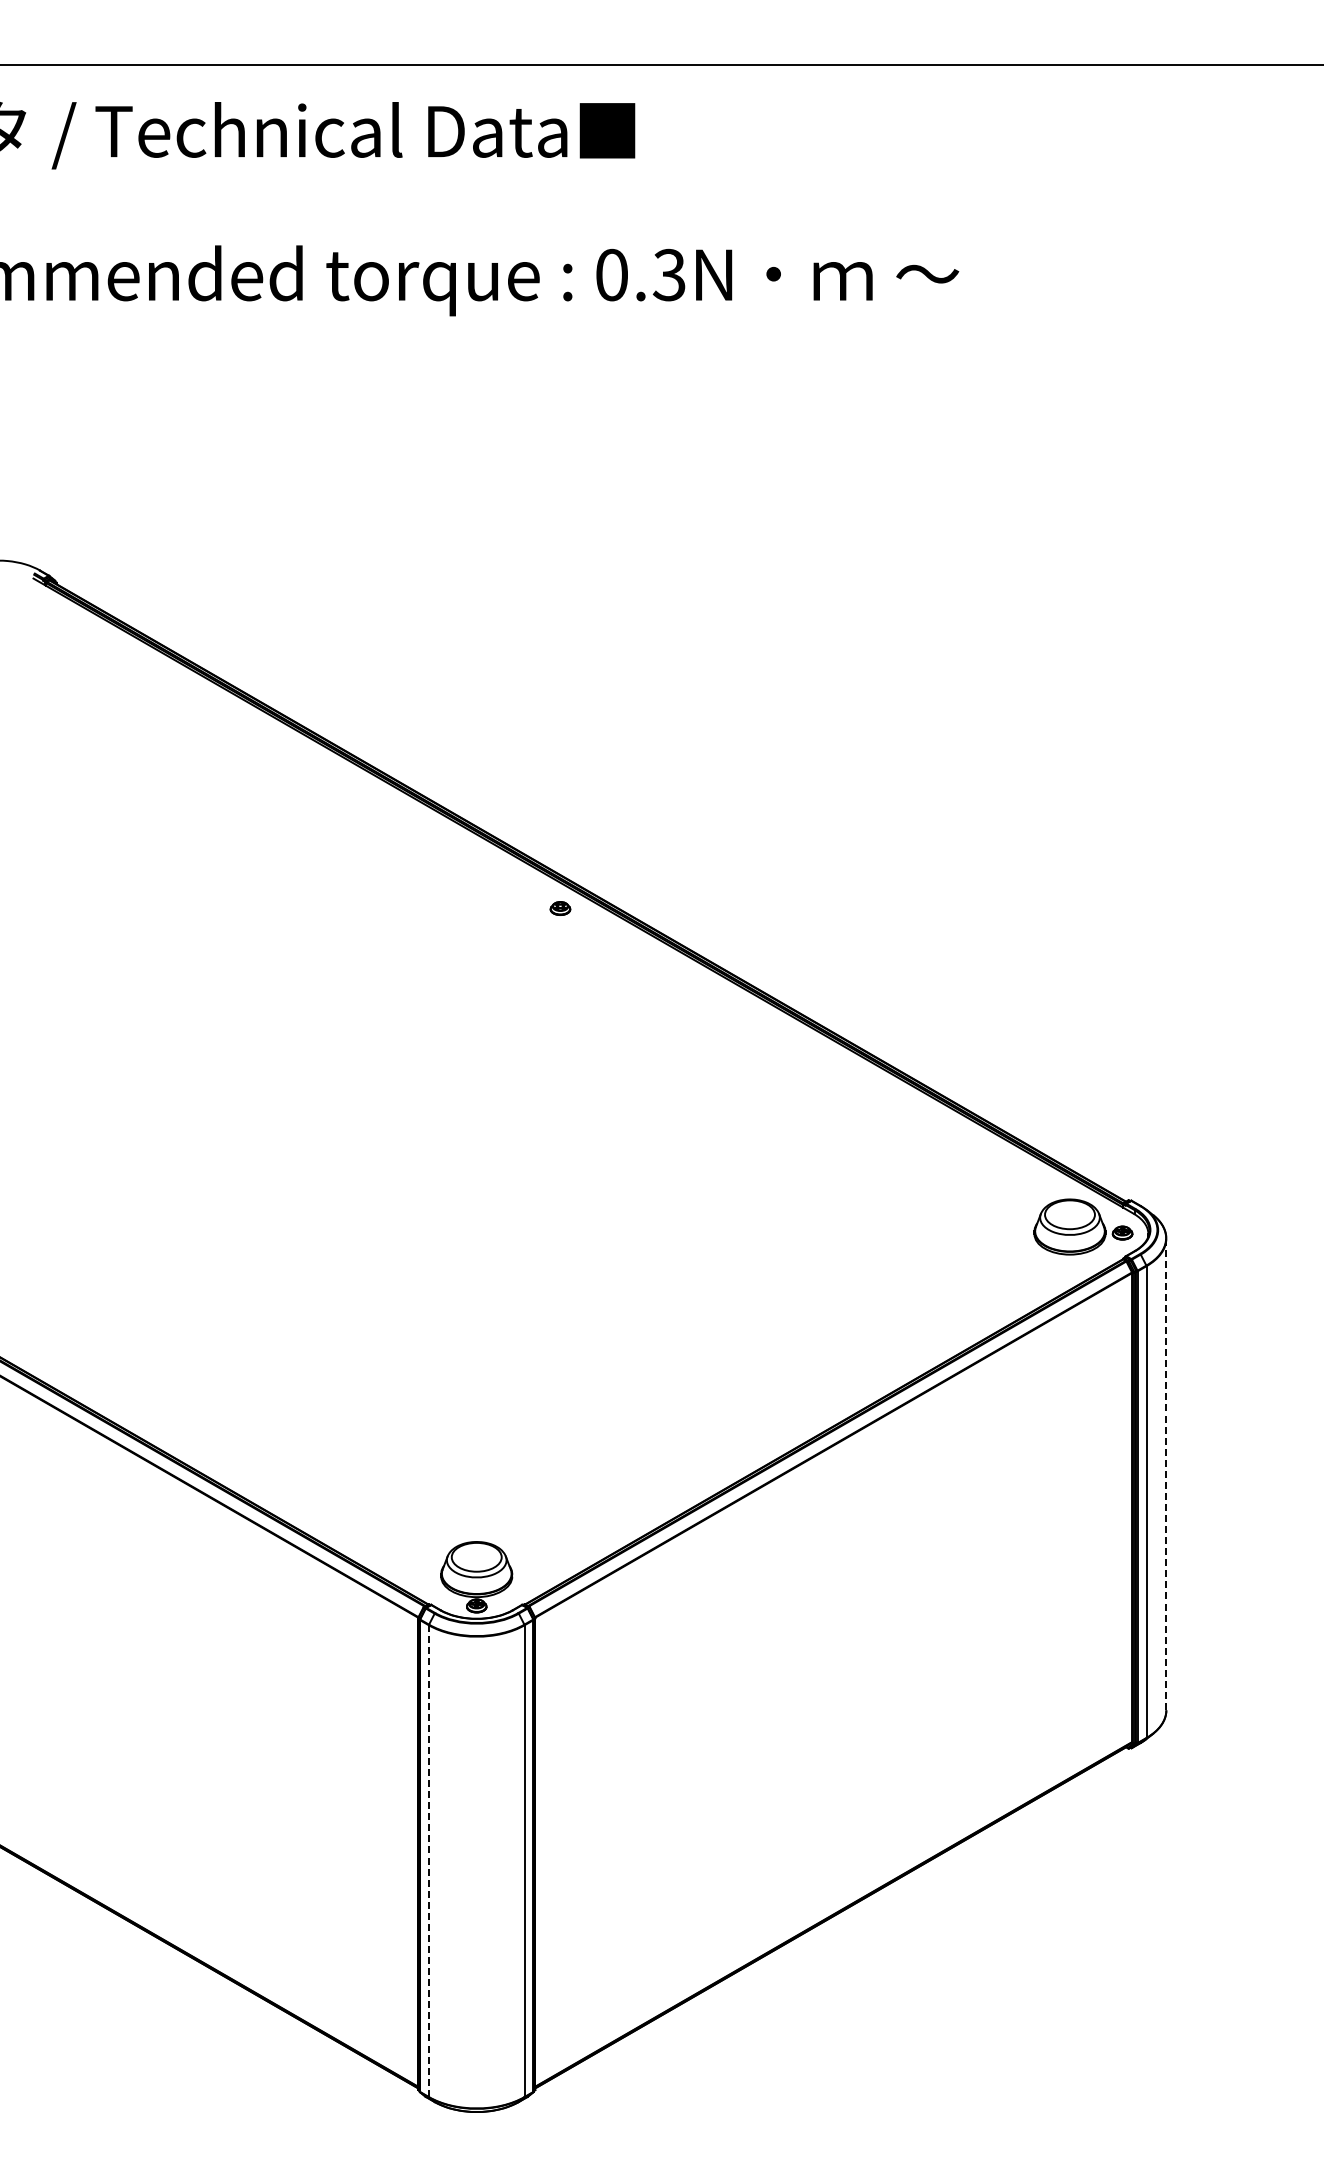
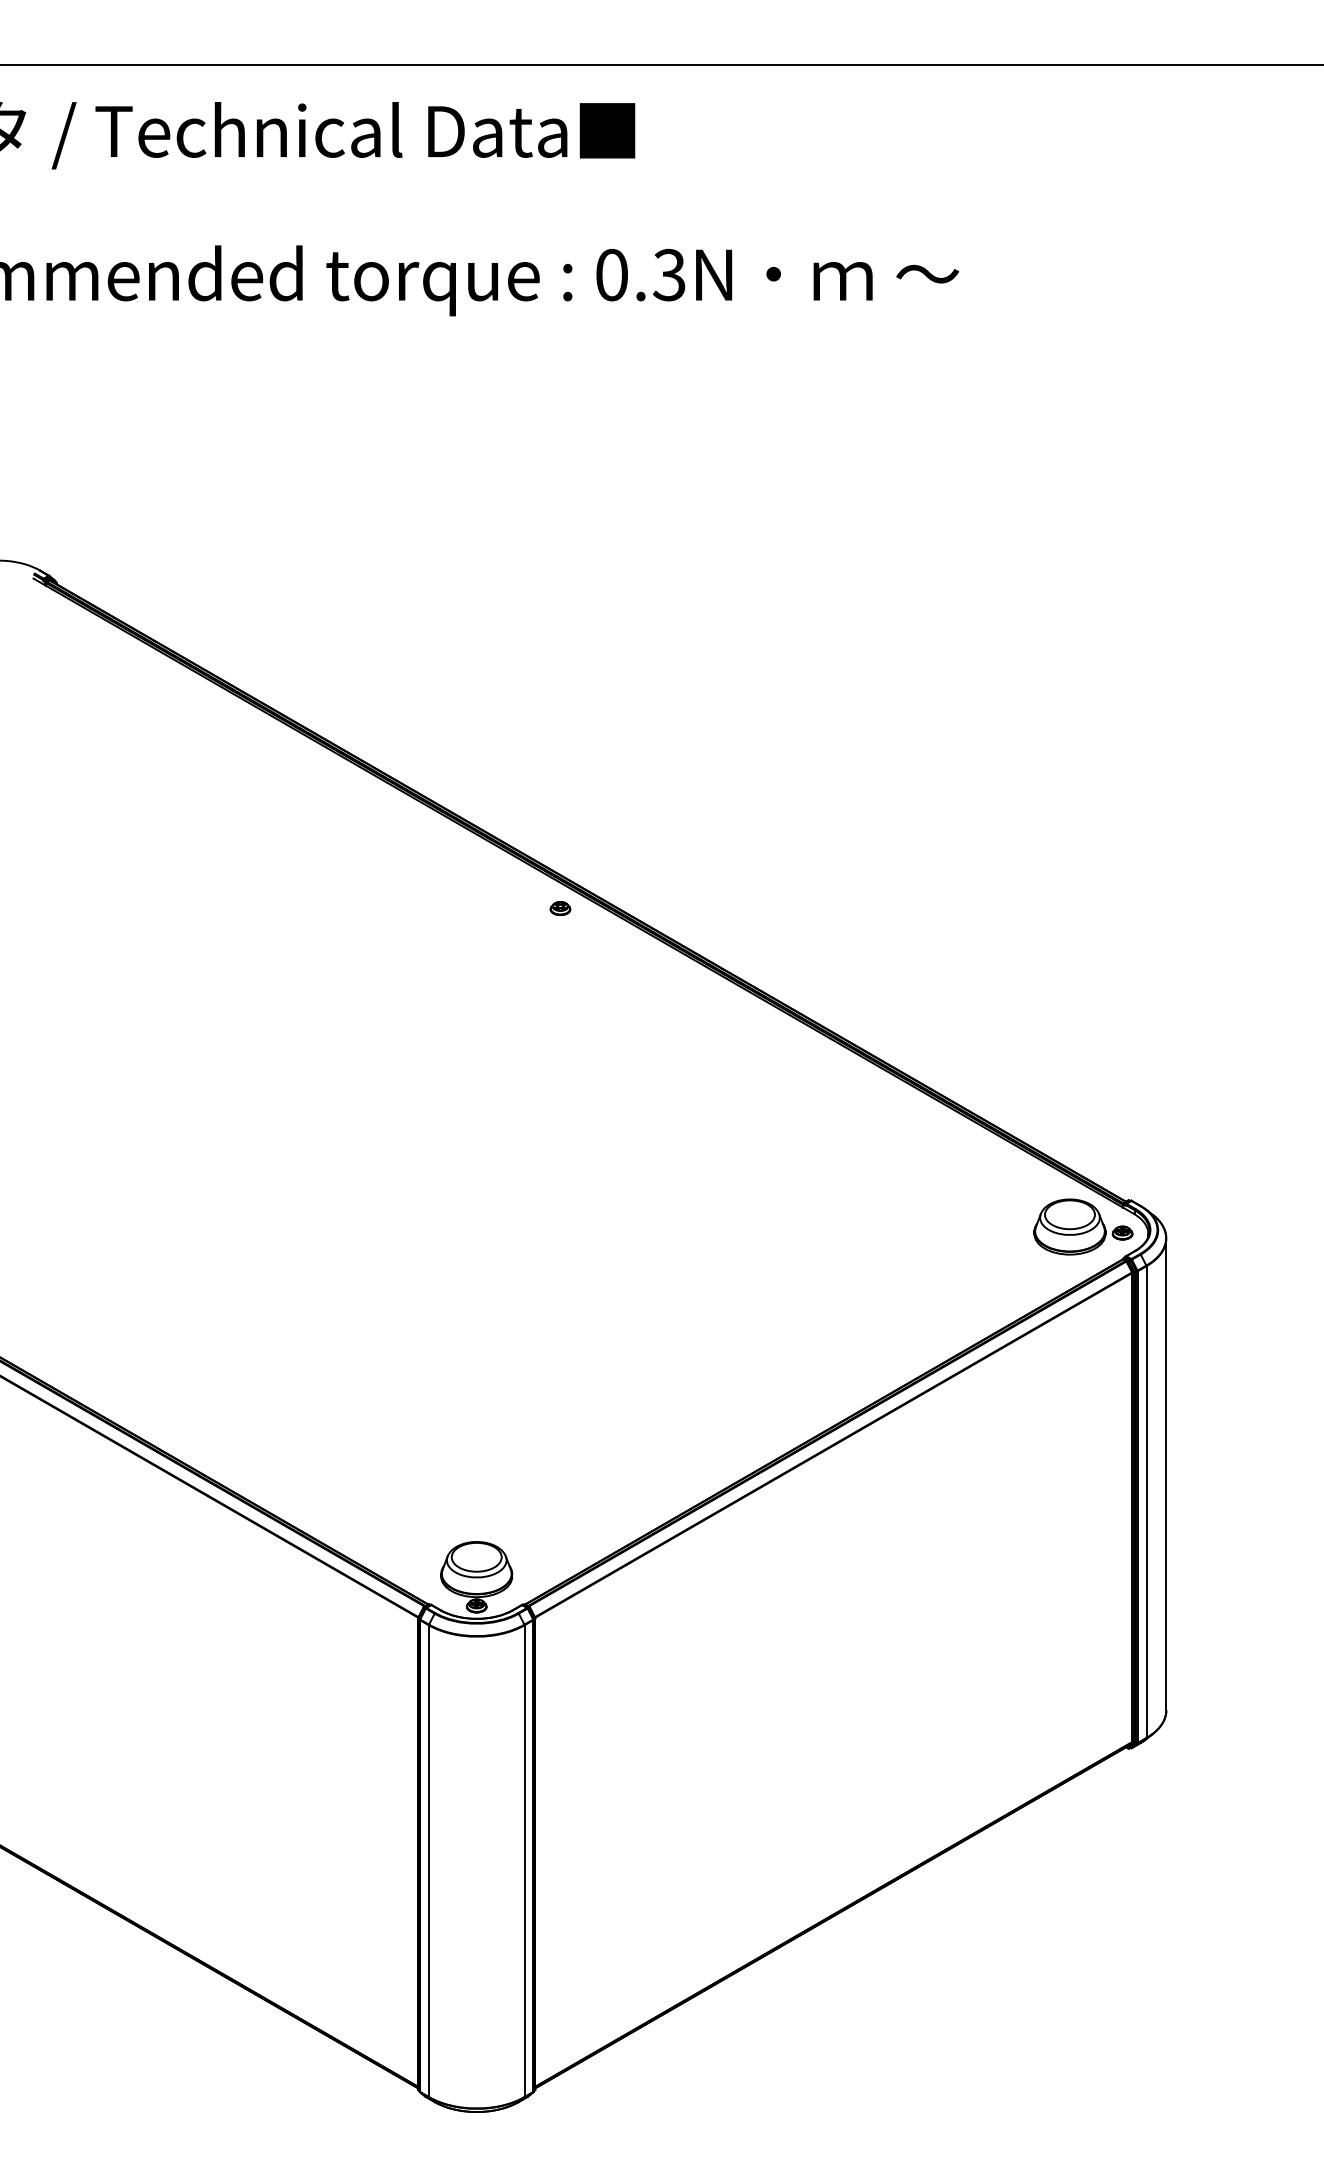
line at (1166, 1474): dashed -> solid
line at (428, 1861): dashed -> solid
